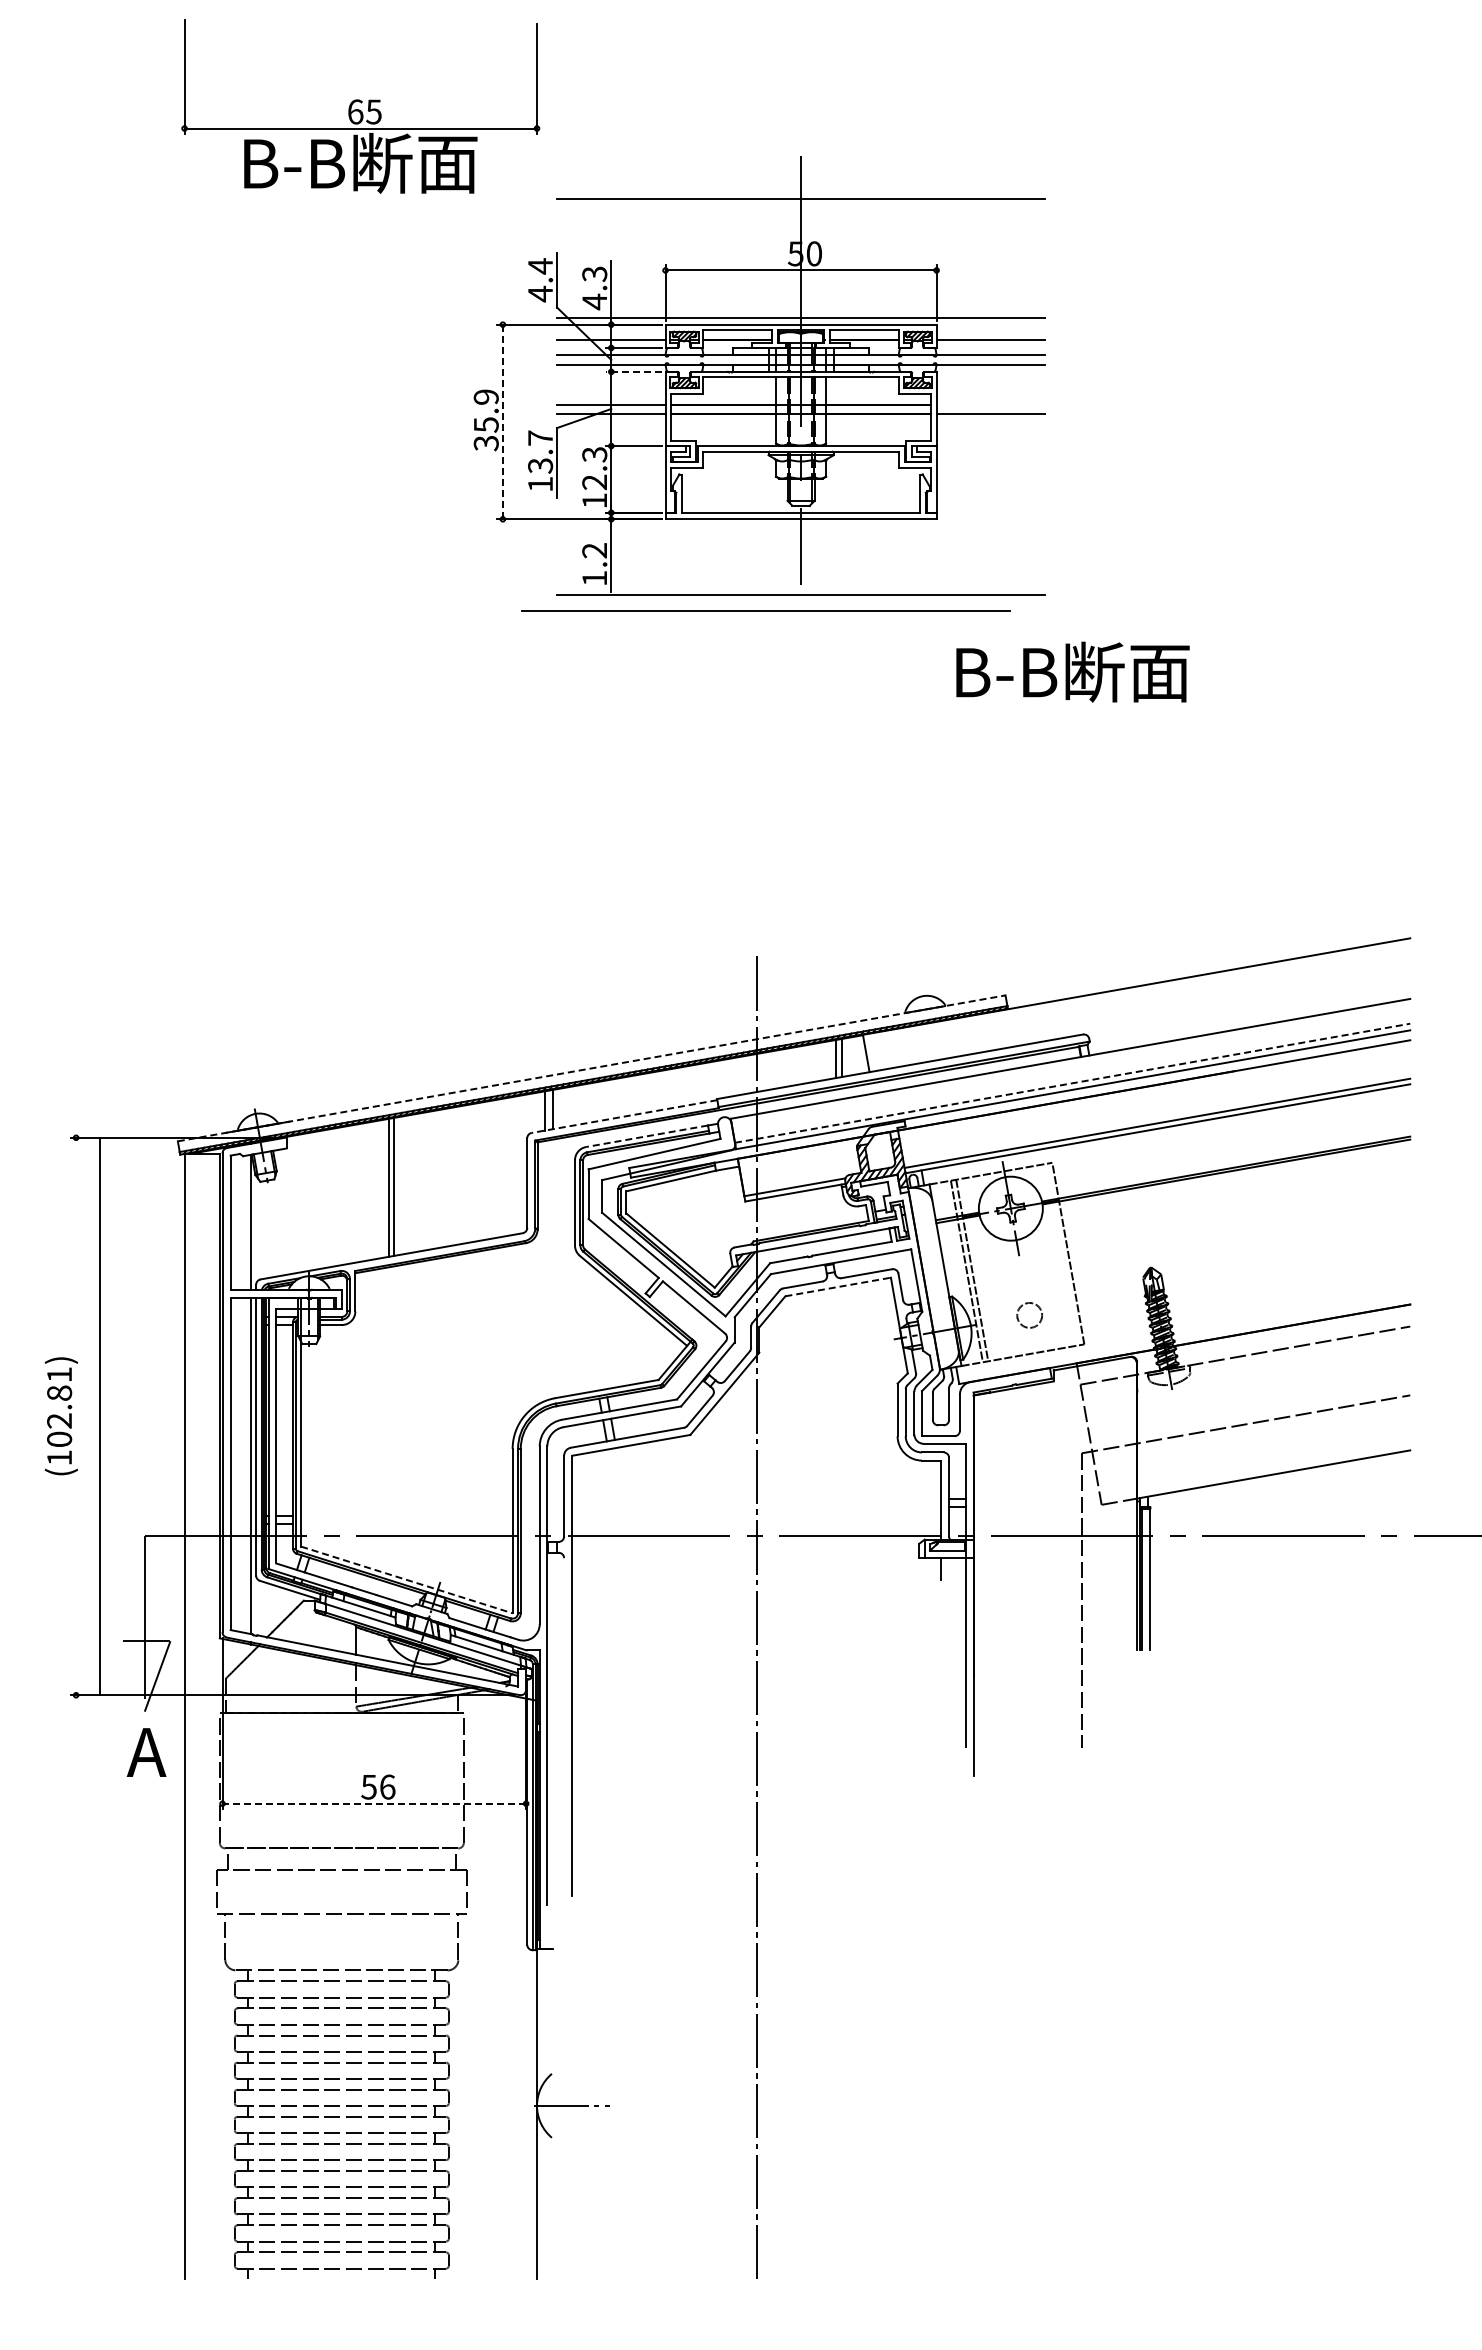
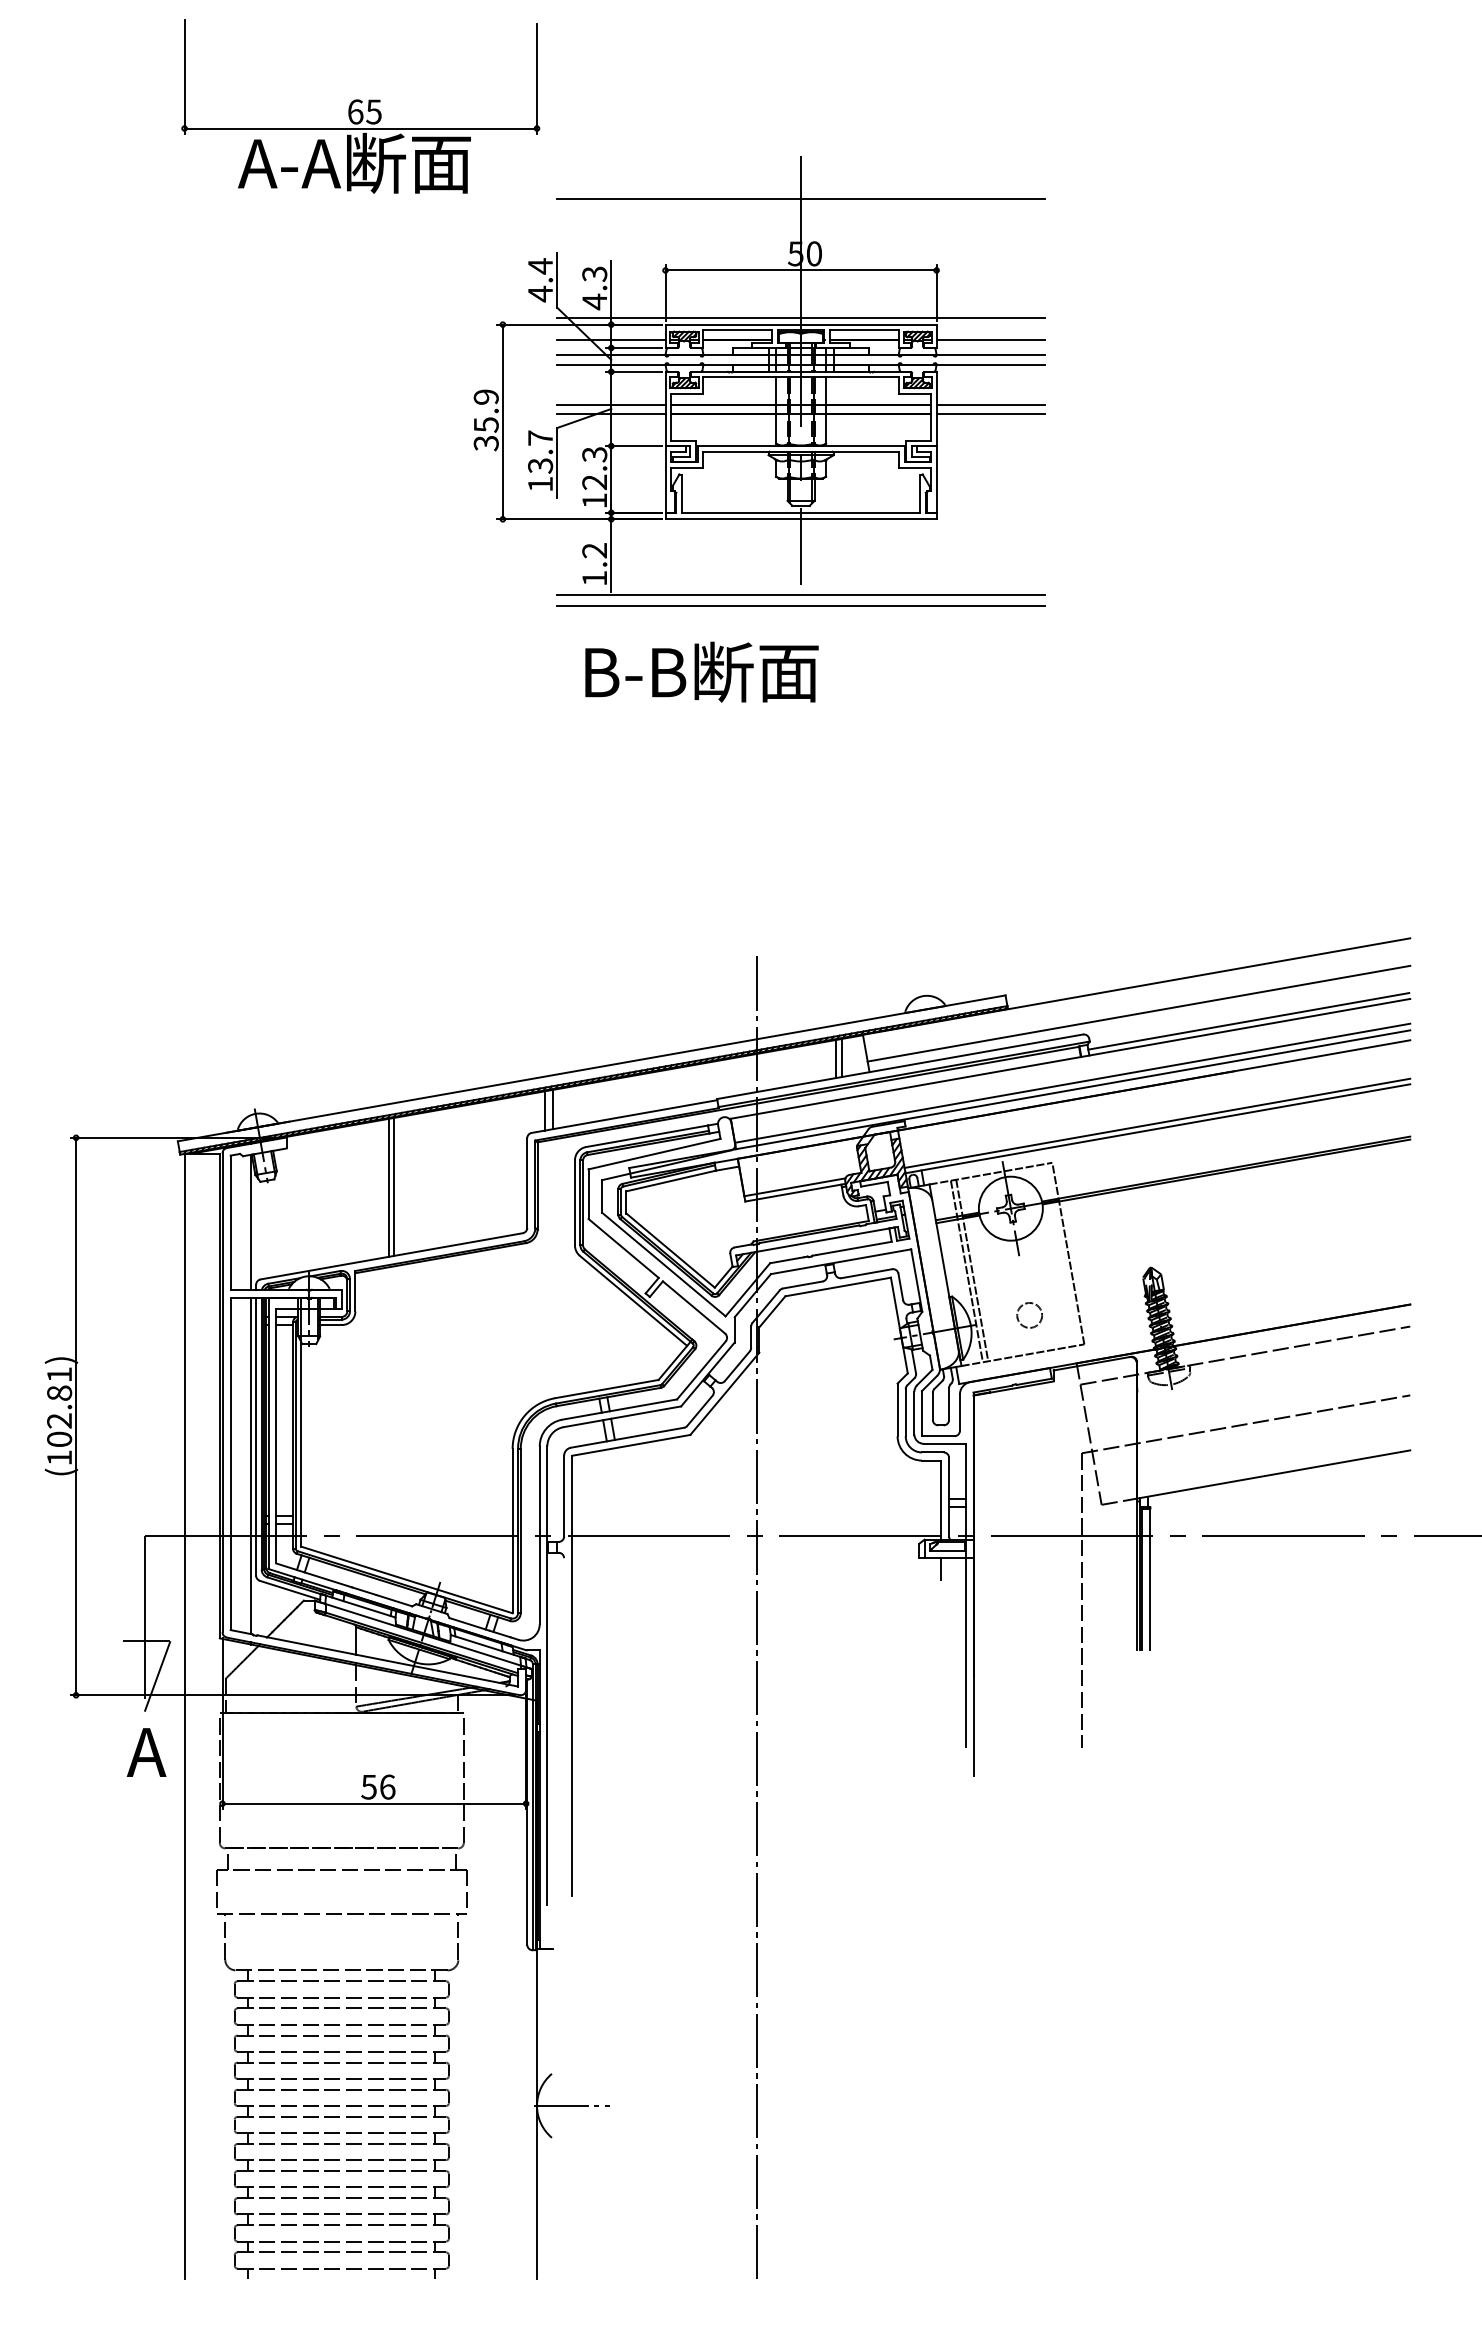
text at (357, 162): B-B断面 -> A-A断面
line at (633, 371): dashed -> solid
line at (990, 405): none -> present
line at (502, 421): dashed -> solid
line at (765, 610) position: (765, 610) -> (800, 605)
text at (1072, 671) position: (1072, 671) -> (701, 671)
line at (1138, 1013): none -> present
line at (1248, 1021): none -> present
line at (592, 1068): dashed -> solid
line at (1072, 1083): dashed -> solid
line at (624, 1116): dashed -> solid
line at (647, 1136): dashed -> solid
line at (838, 1287): dashed -> solid
line at (100, 1416) position: (100, 1416) -> (76, 1416)
line at (406, 1579): dashed -> solid
line at (374, 1803): dashed -> solid
